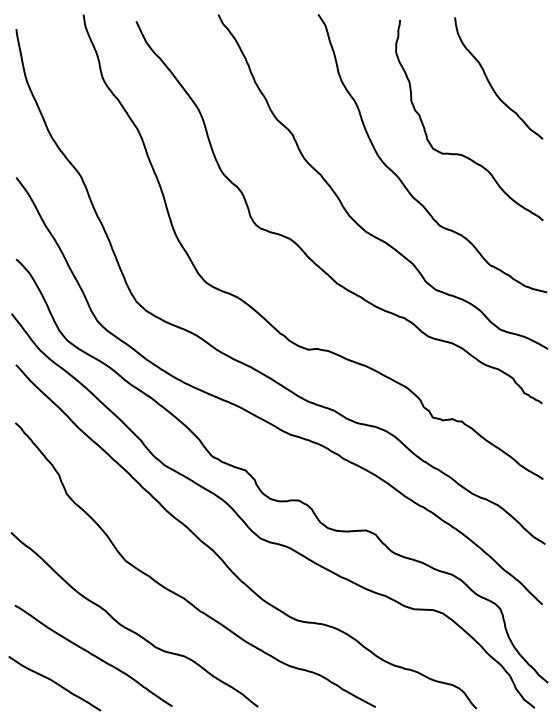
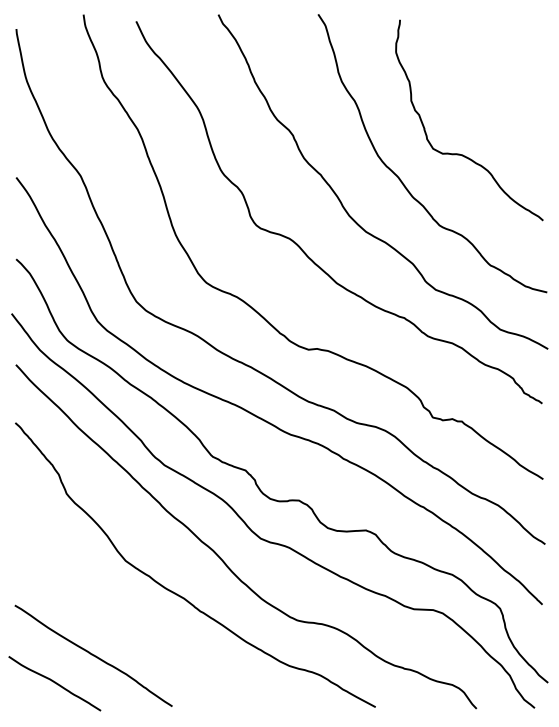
curve at (490, 82): present -> none
curve at (129, 628): present -> none
